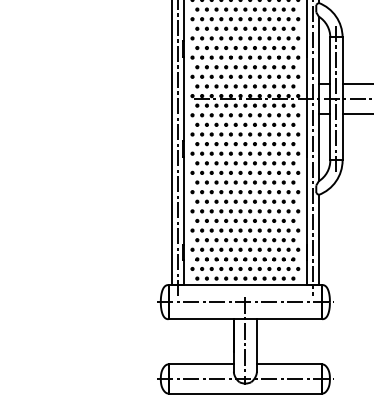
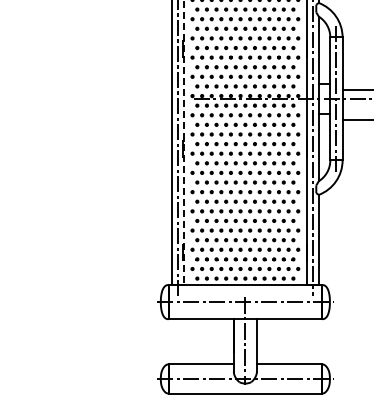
line at (356, 84) position: (356, 84) -> (356, 90)
line at (356, 113) position: (356, 113) -> (356, 119)
line at (183, 143): solid -> dashed
